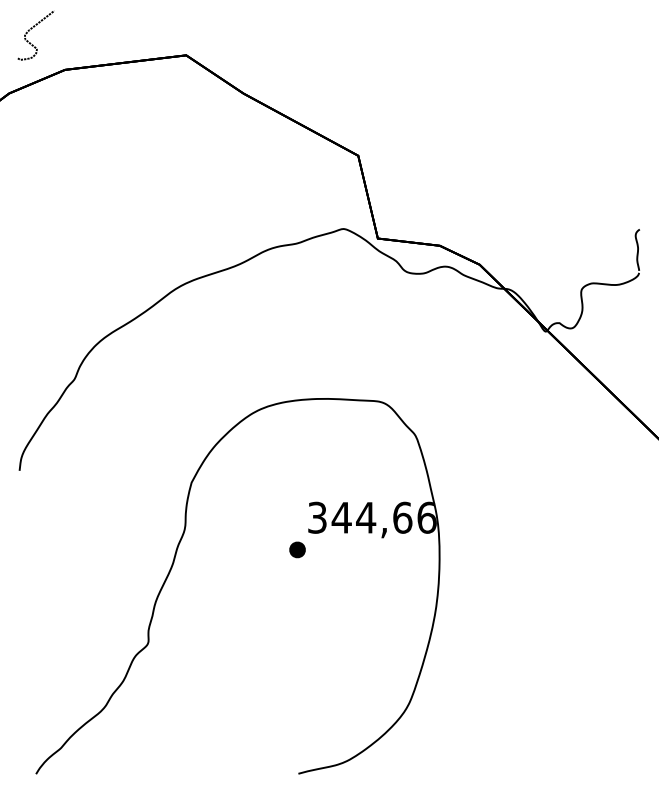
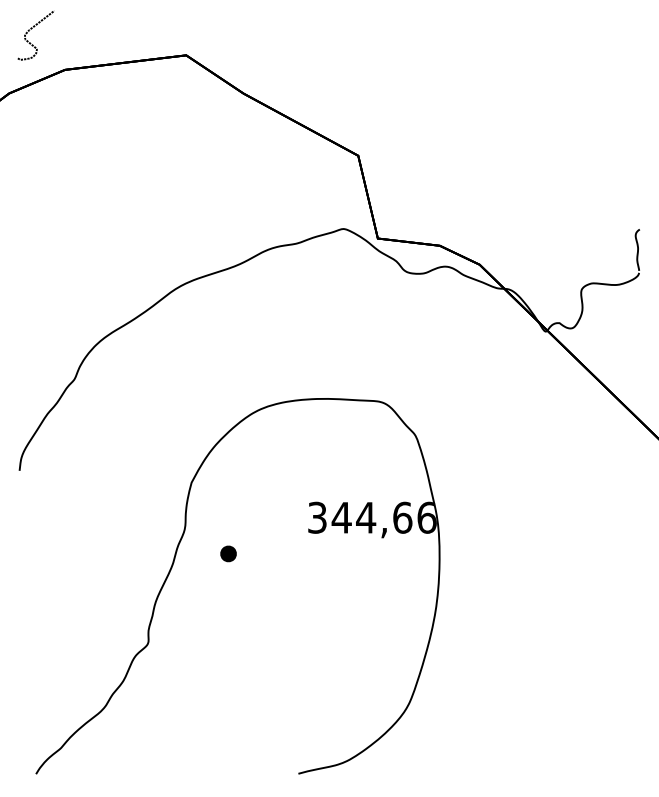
part at (297, 549) position: (297, 549) -> (228, 553)
